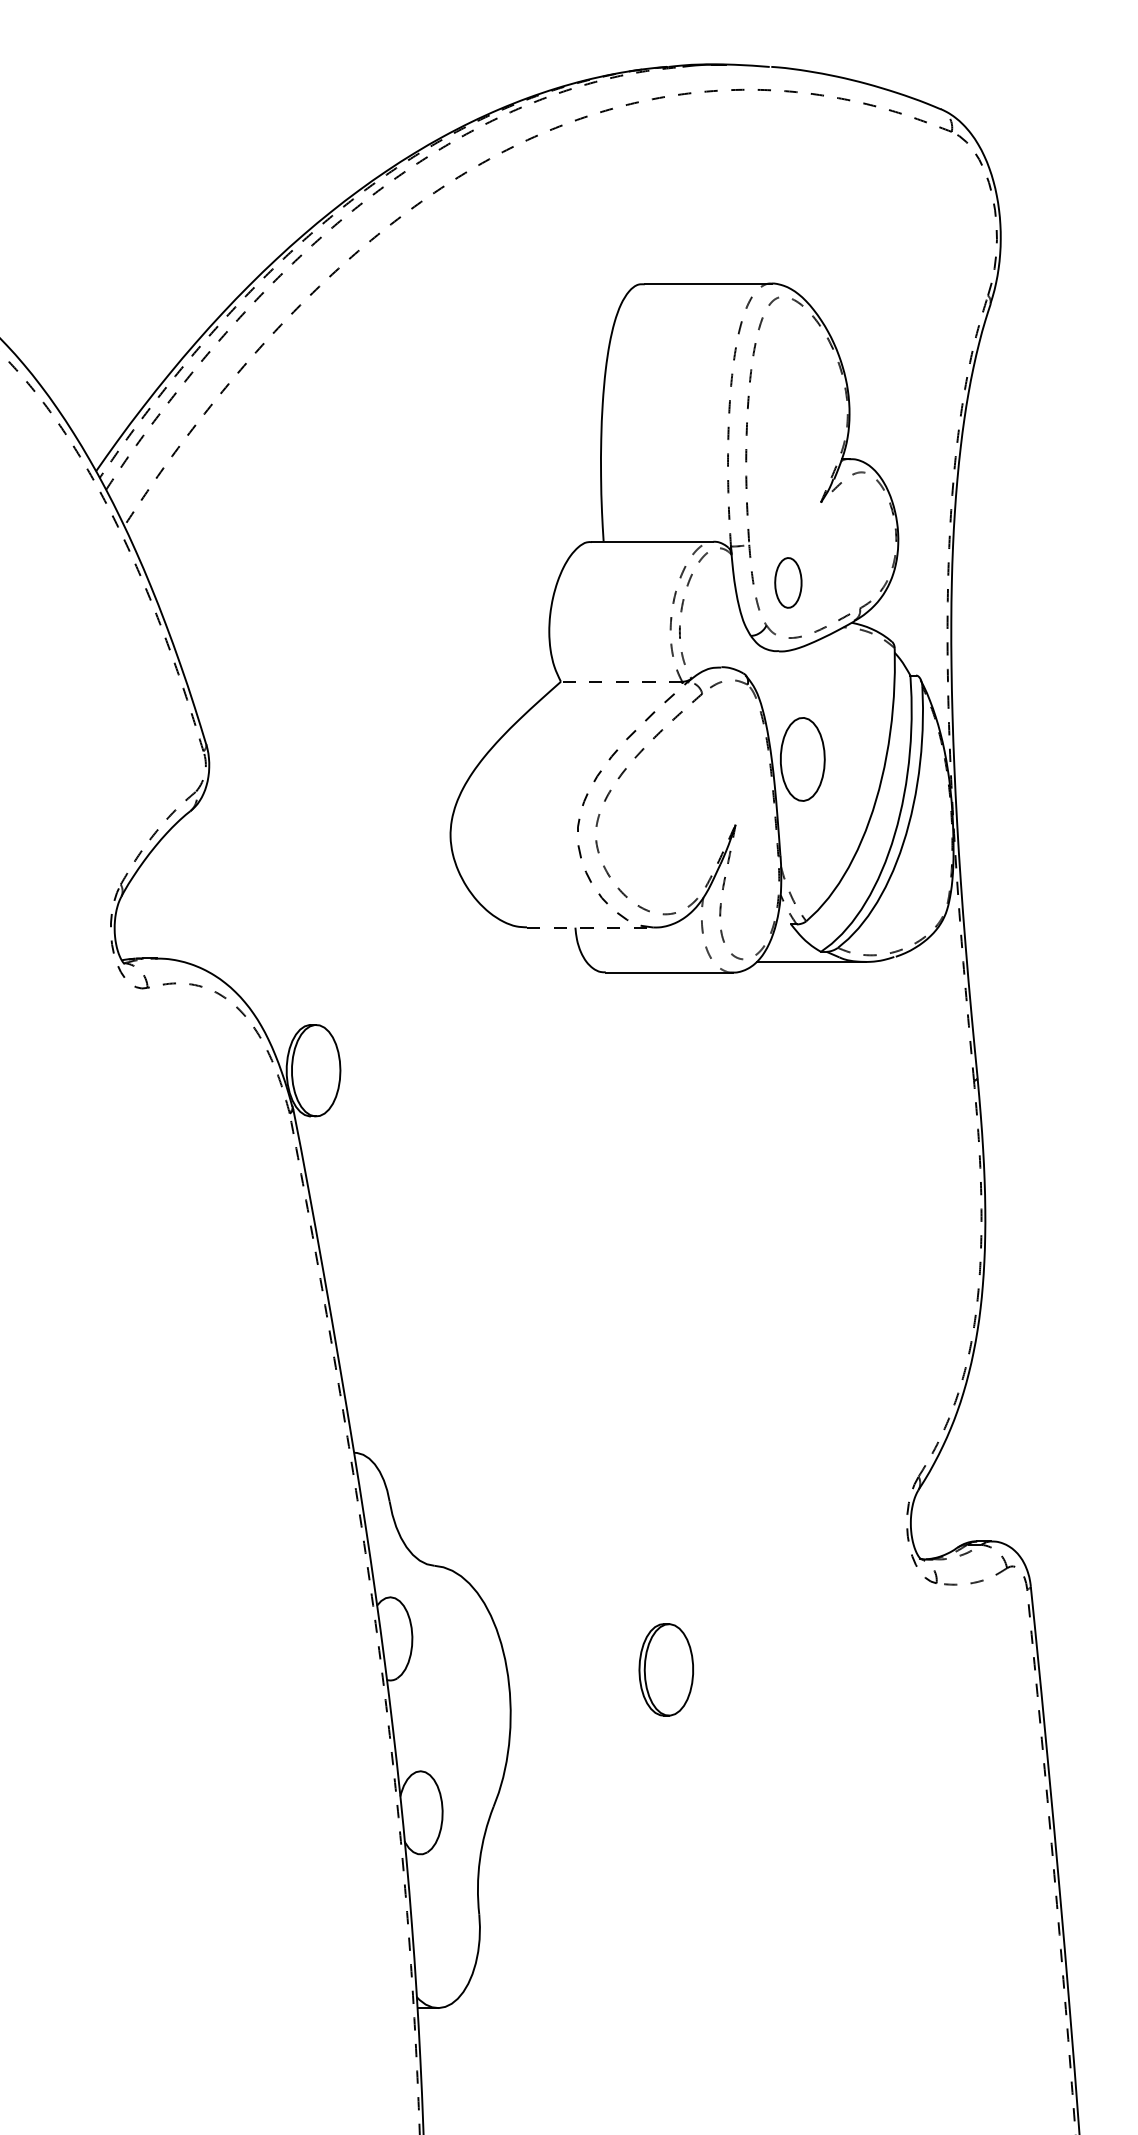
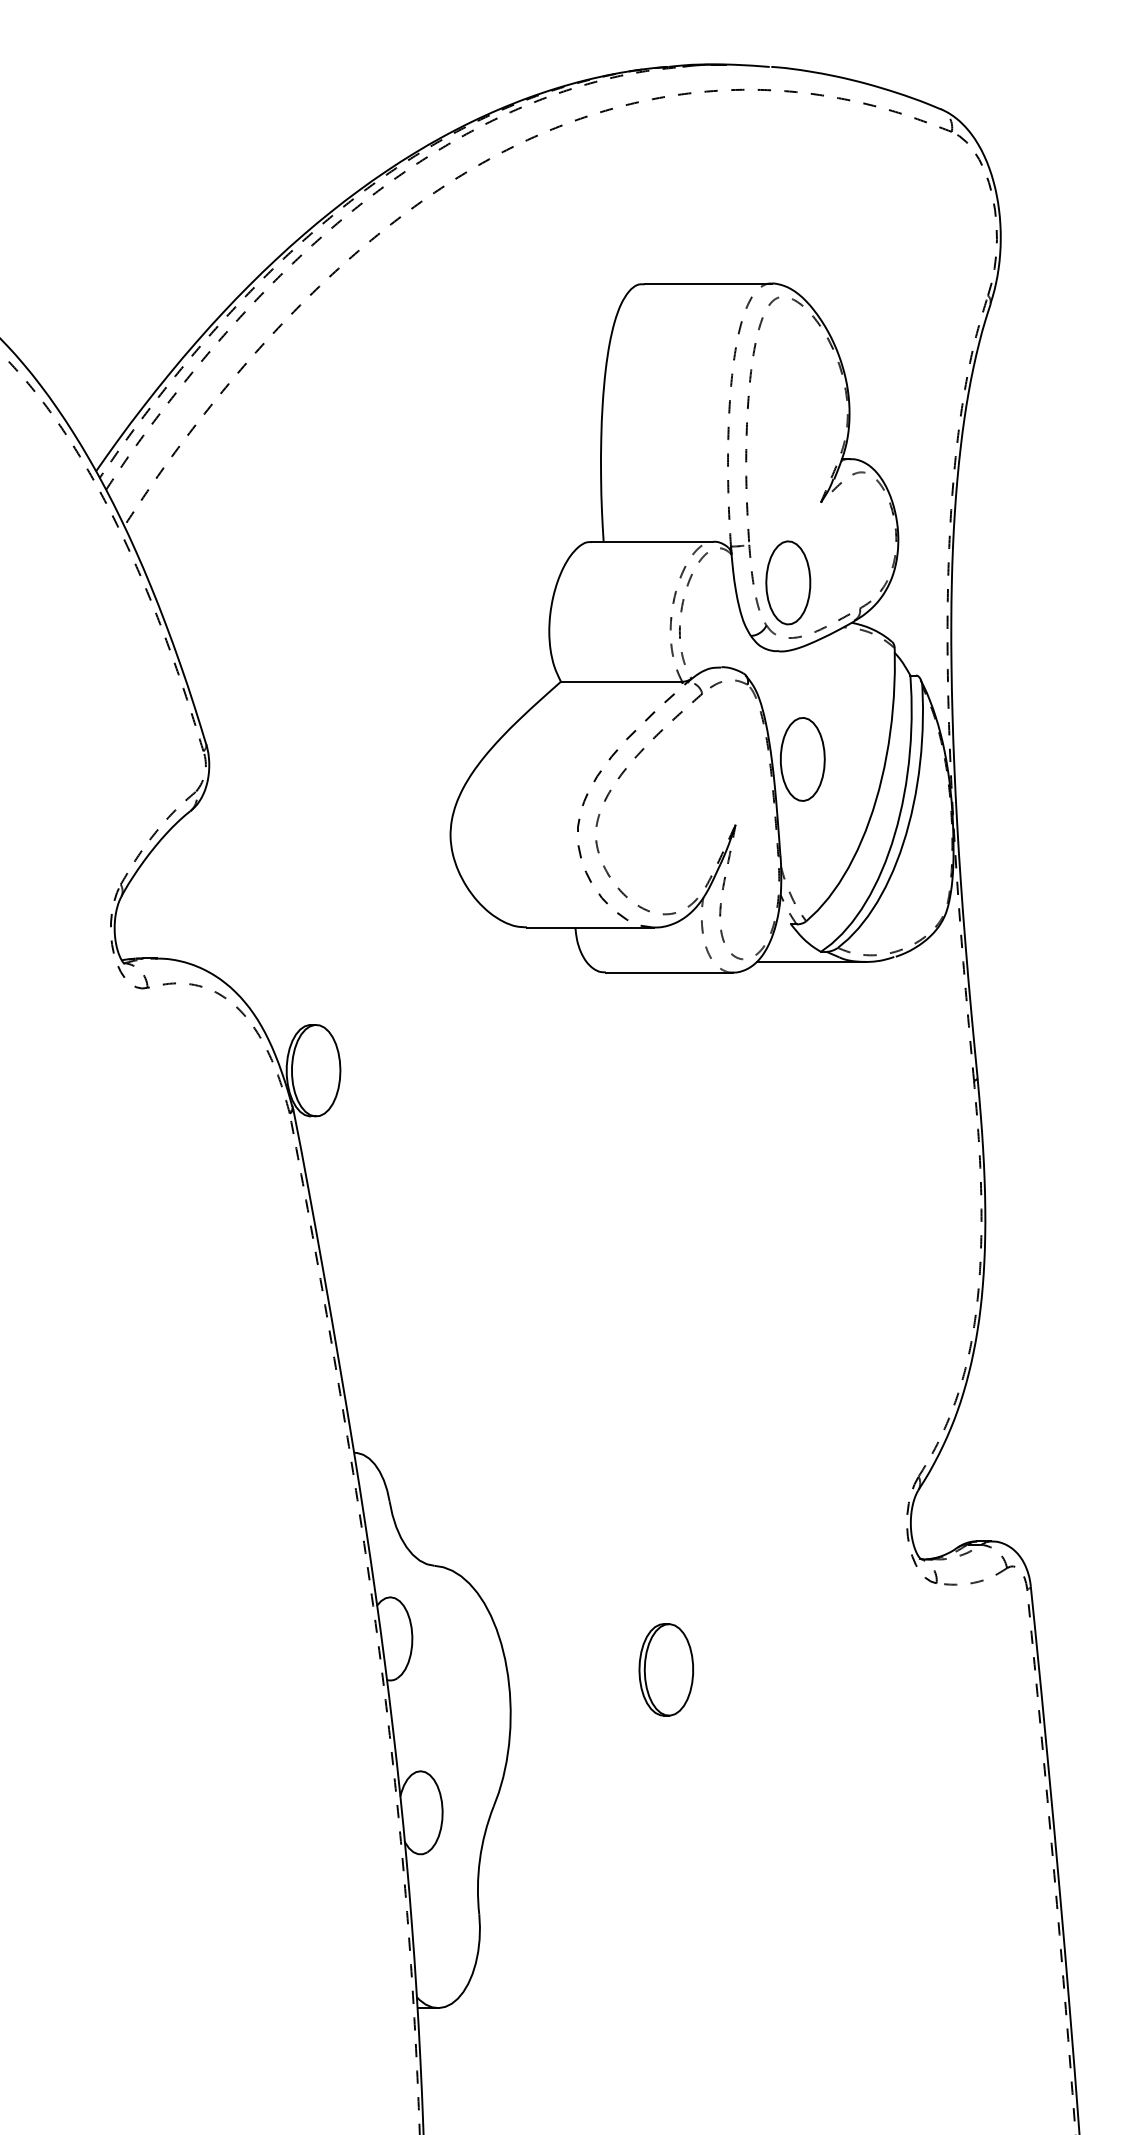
part at (788, 582) size: 29x52 px -> 47x86 px
line at (621, 681): dashed -> solid
line at (590, 927): dashed -> solid
